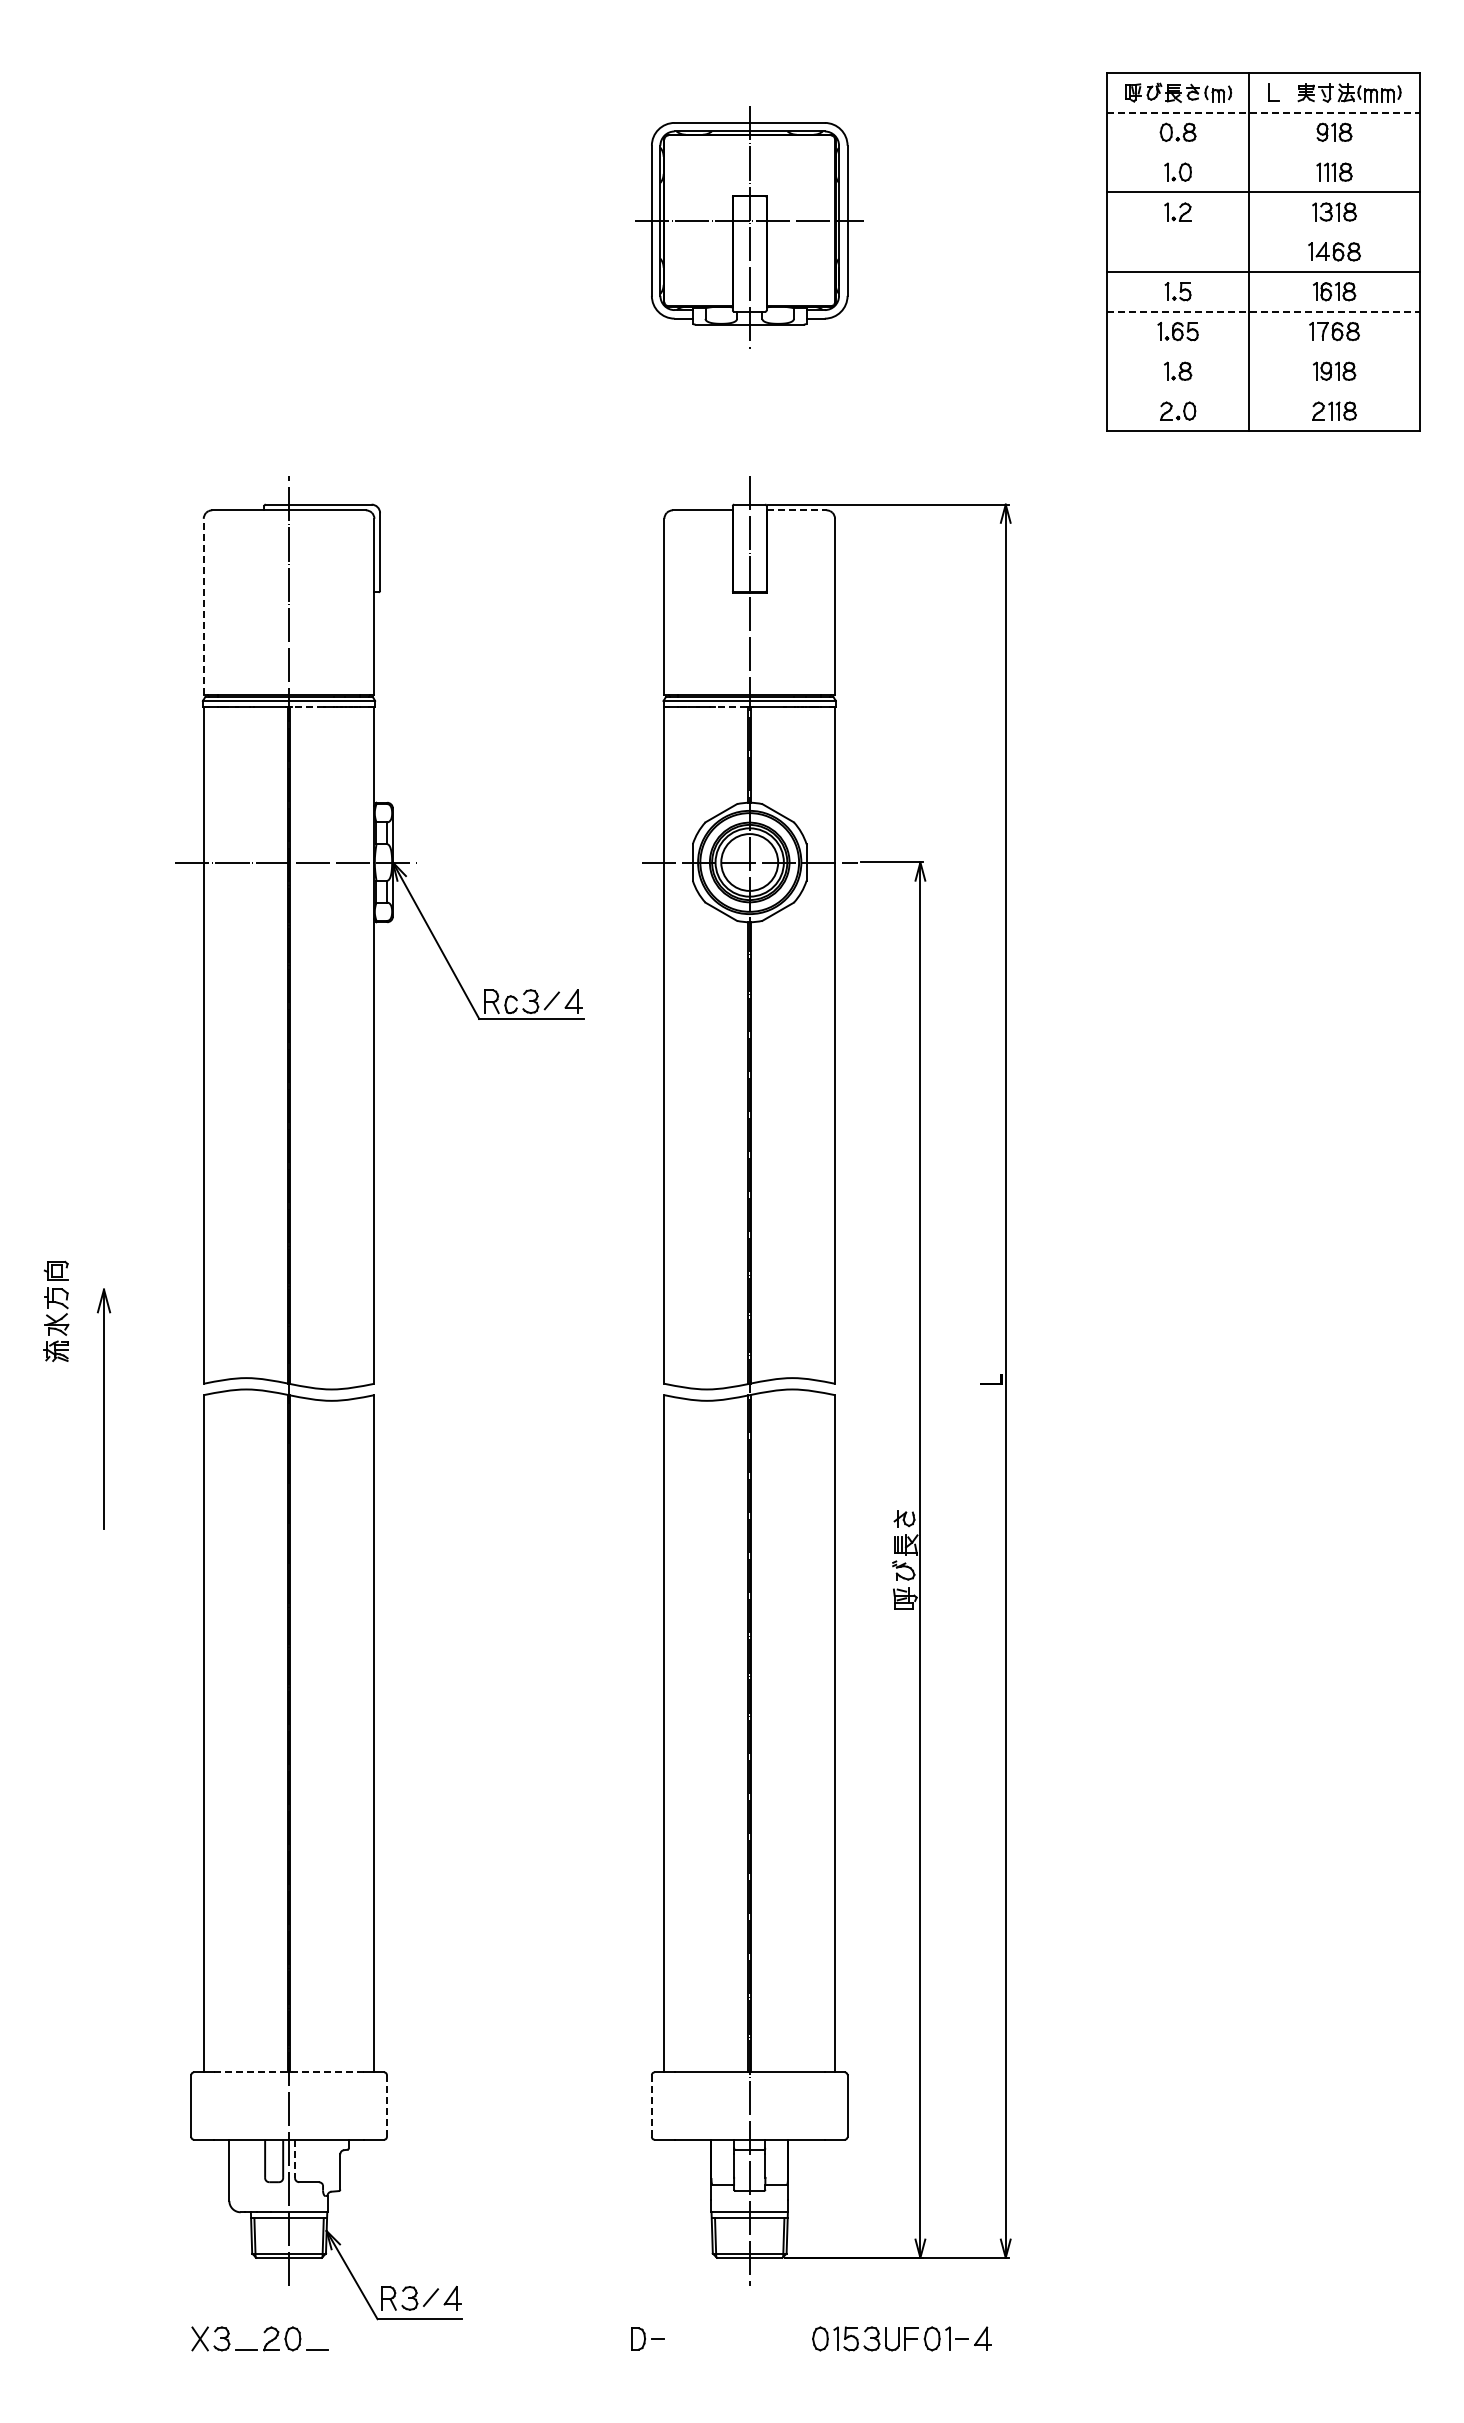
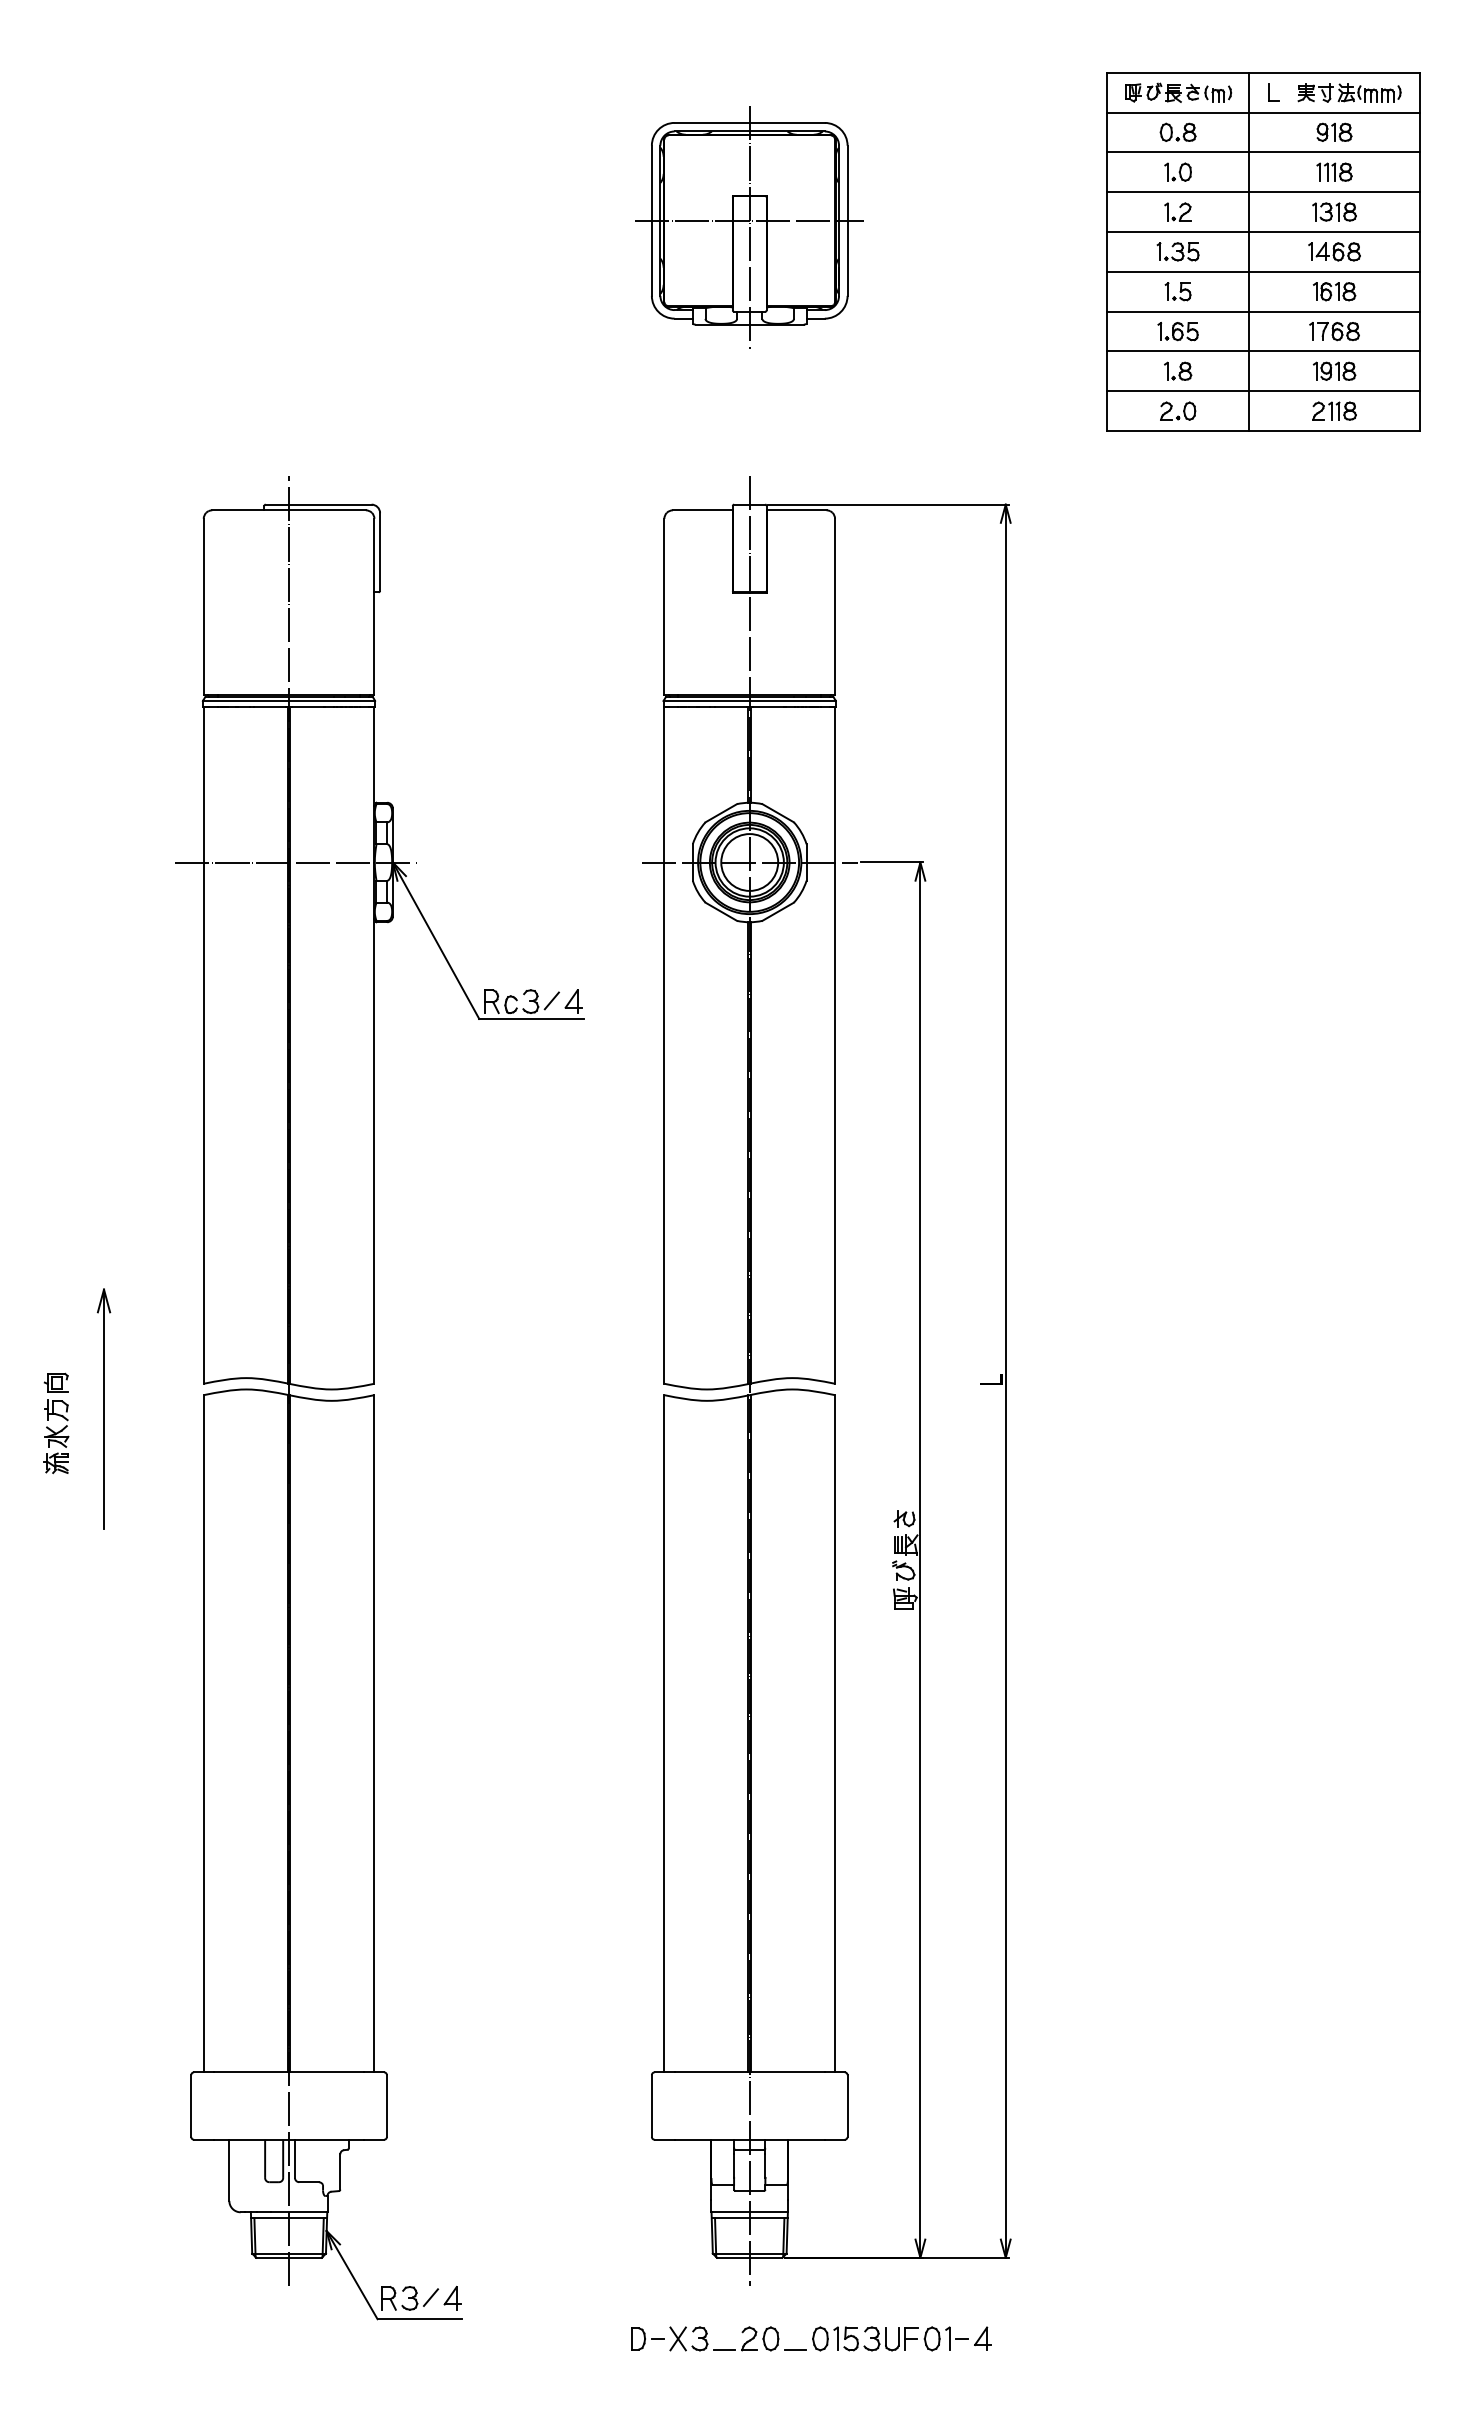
line at (1263, 112): dashed -> solid
line at (1263, 152): none -> present
line at (1263, 231): none -> present
part at (1177, 251): none -> present
line at (1263, 311): dashed -> solid
line at (1263, 351): none -> present
line at (1263, 391): none -> present
line at (796, 510): dashed -> solid
line at (203, 606): dashed -> solid
line at (307, 706): dashed -> solid
line at (730, 706): dashed -> solid
part at (59, 1304) position: (59, 1304) -> (59, 1416)
line at (289, 2072): dashed -> solid
line at (386, 2106): dashed -> solid
line at (651, 2106): dashed -> solid
line at (295, 2159): dashed -> solid
part at (264, 2333) position: (264, 2333) -> (742, 2333)
